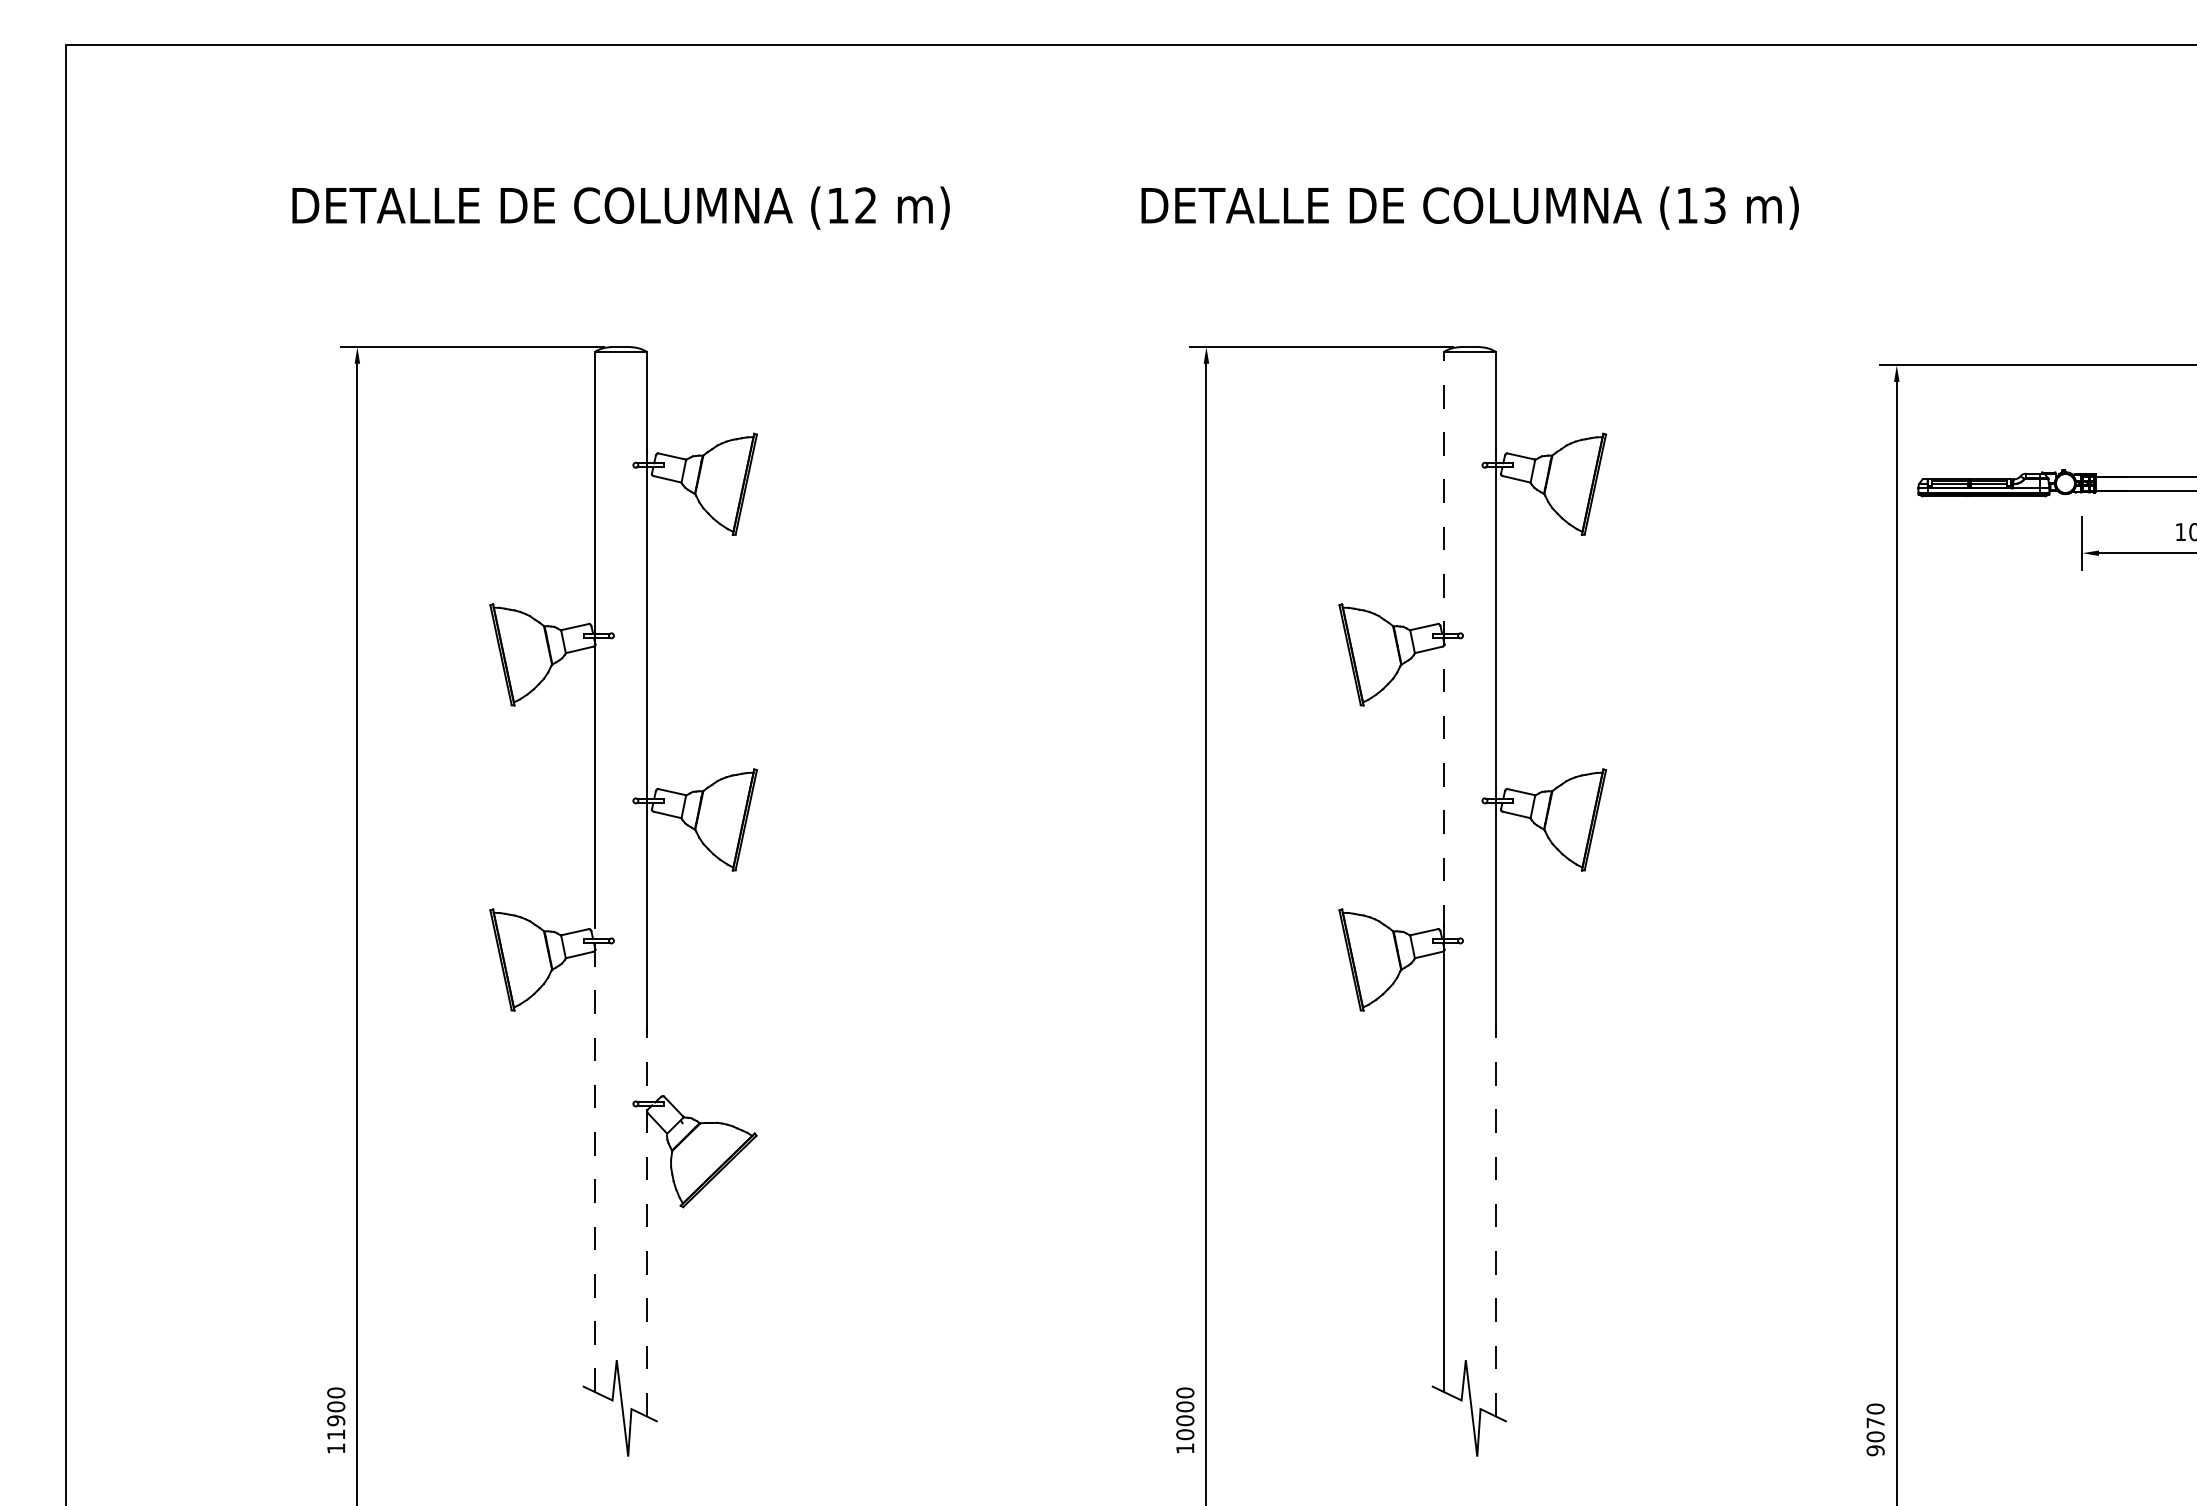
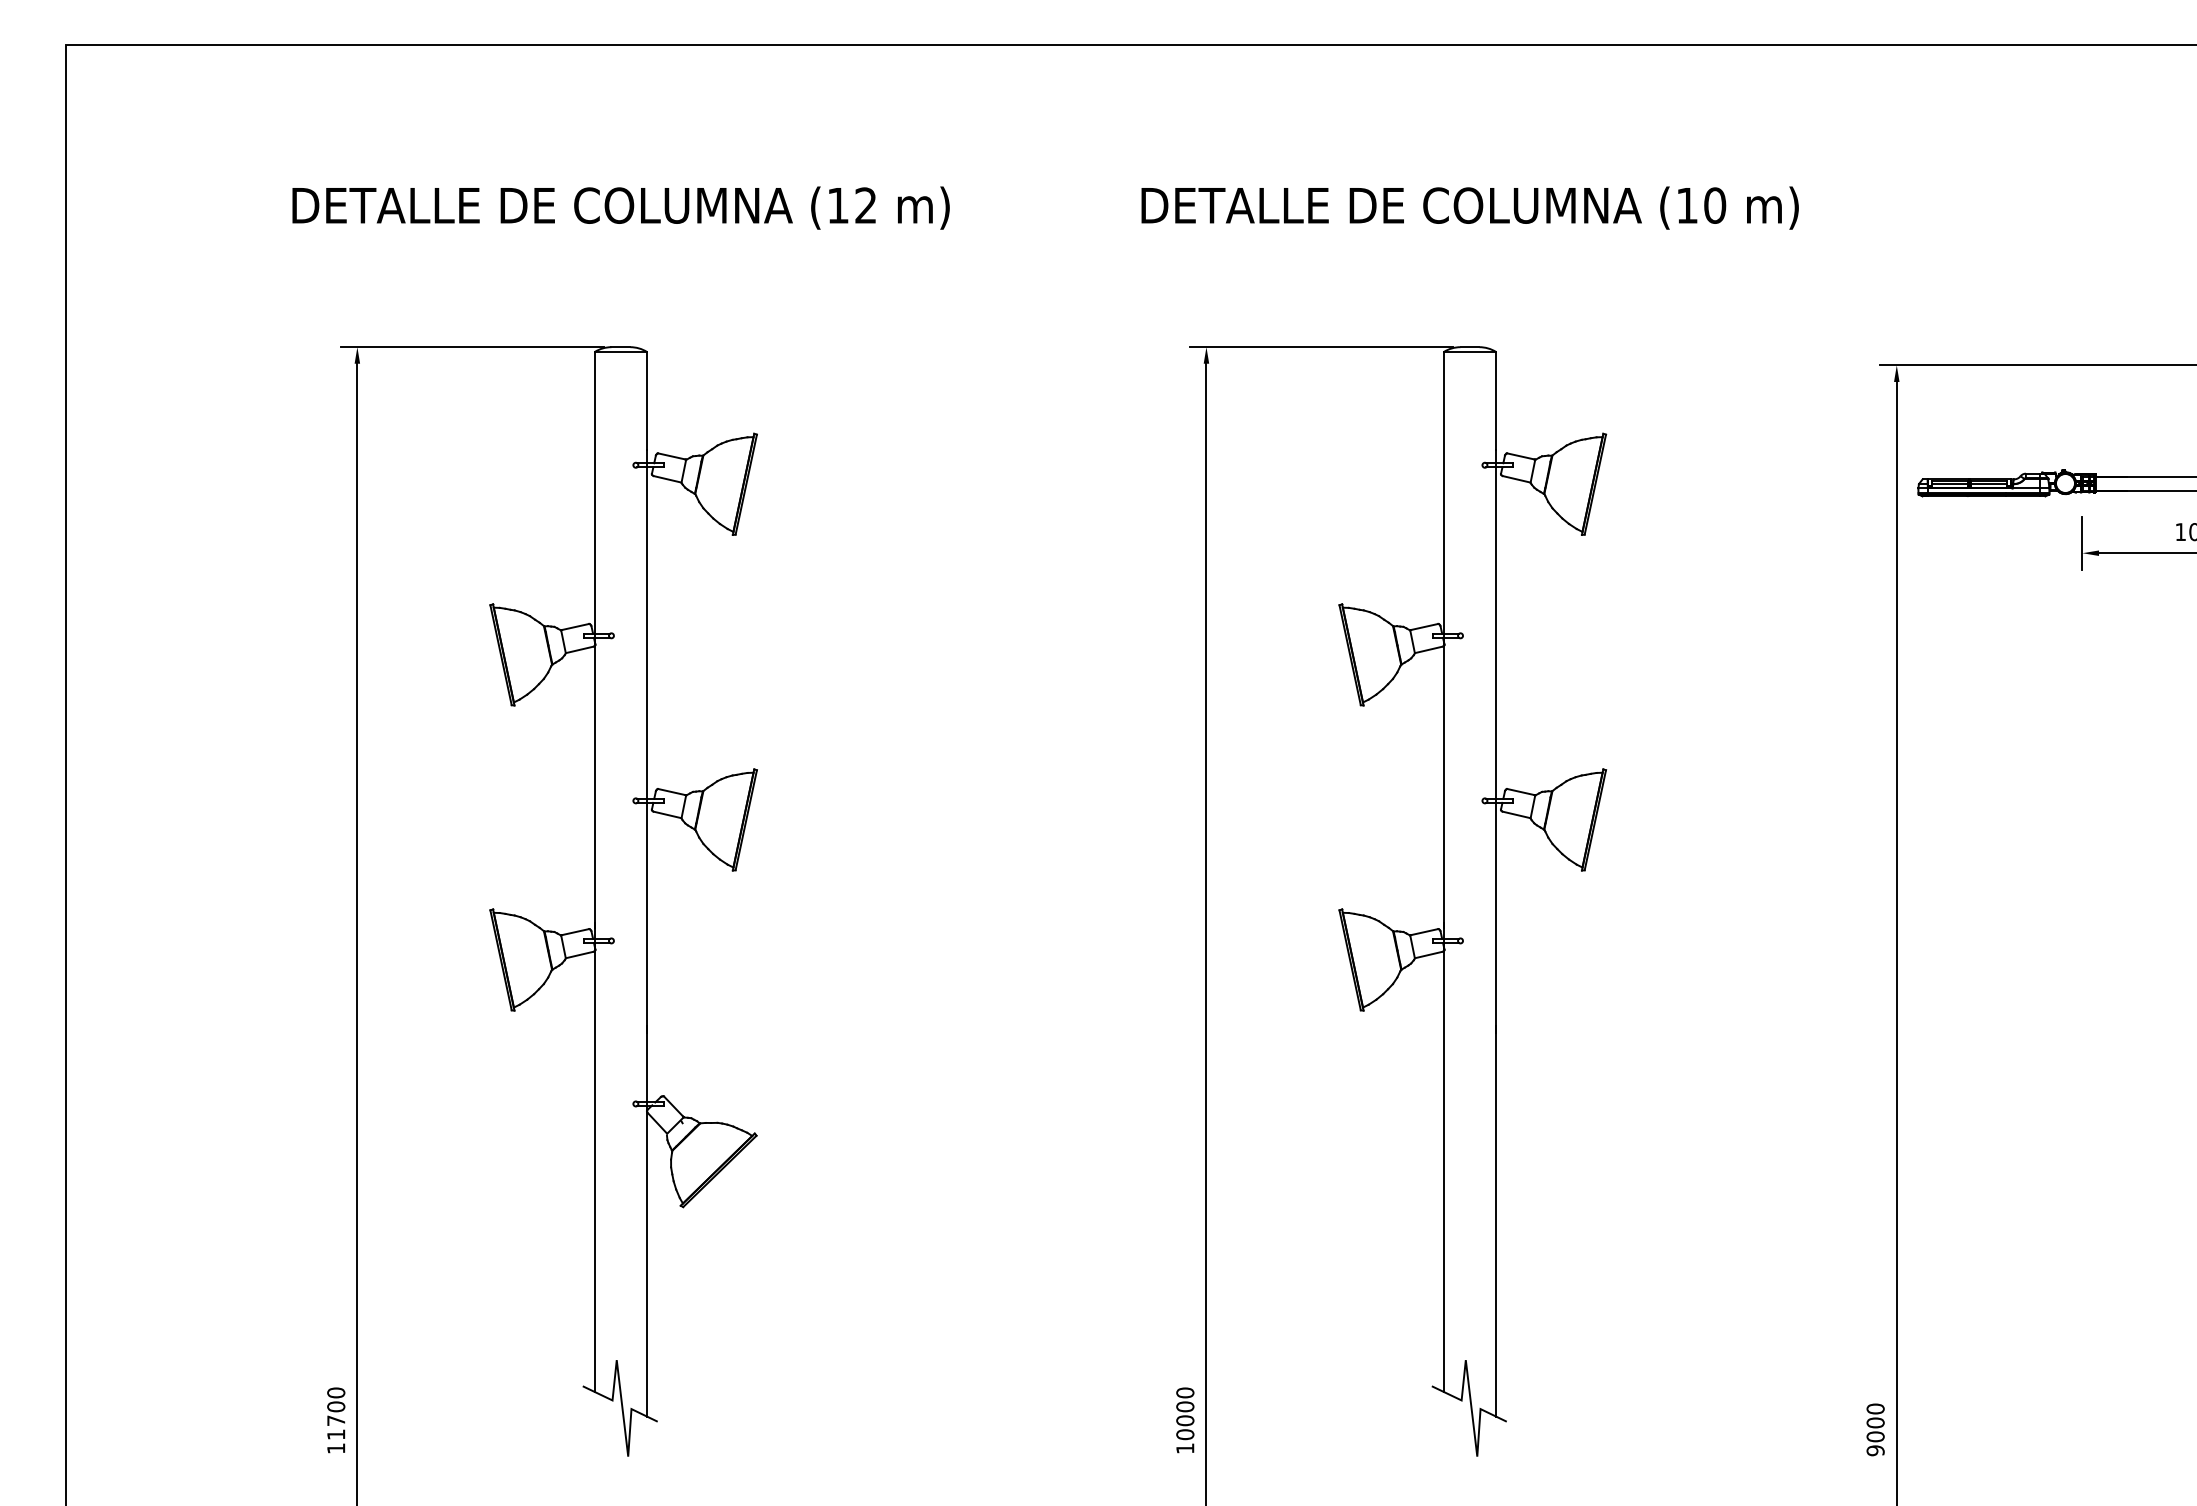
text at (1715, 205): (13 -> (10
line at (1443, 639): dashed -> solid
line at (594, 1157): dashed -> solid
line at (646, 1220): dashed -> solid
line at (1495, 1220): dashed -> solid
text at (336, 1420): 11900 -> 11700
text at (1875, 1422): 9070 -> 9000
